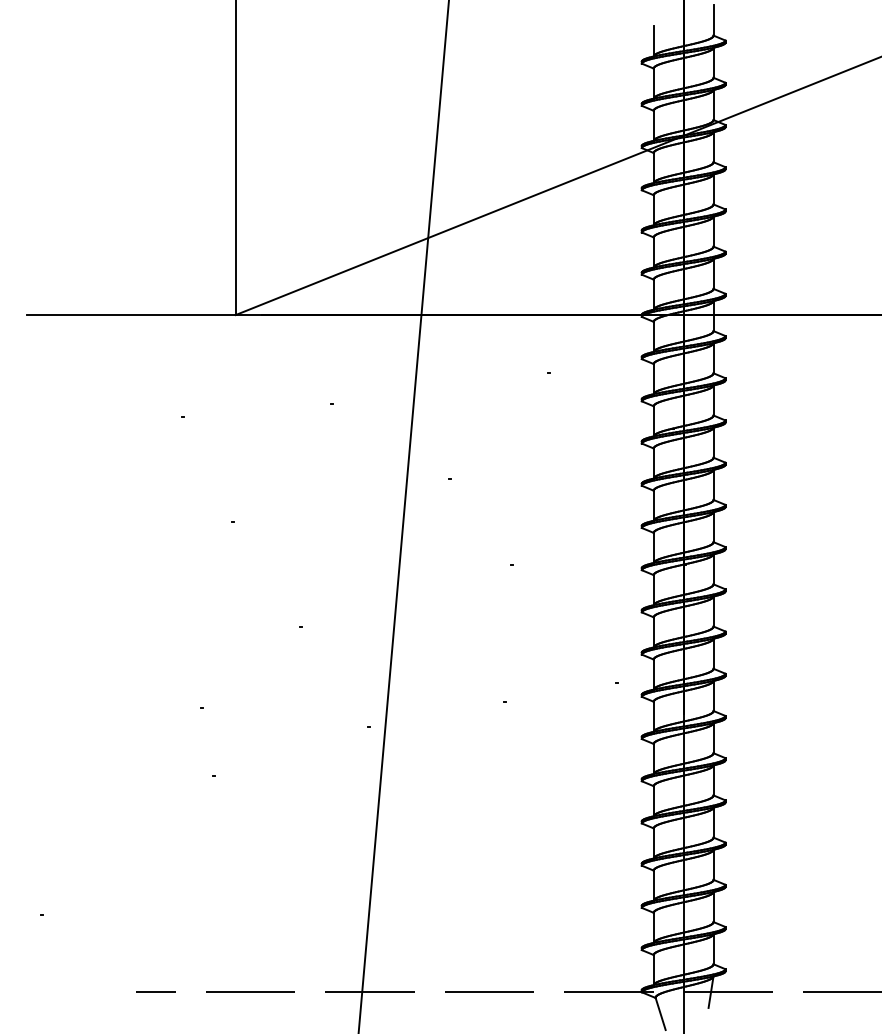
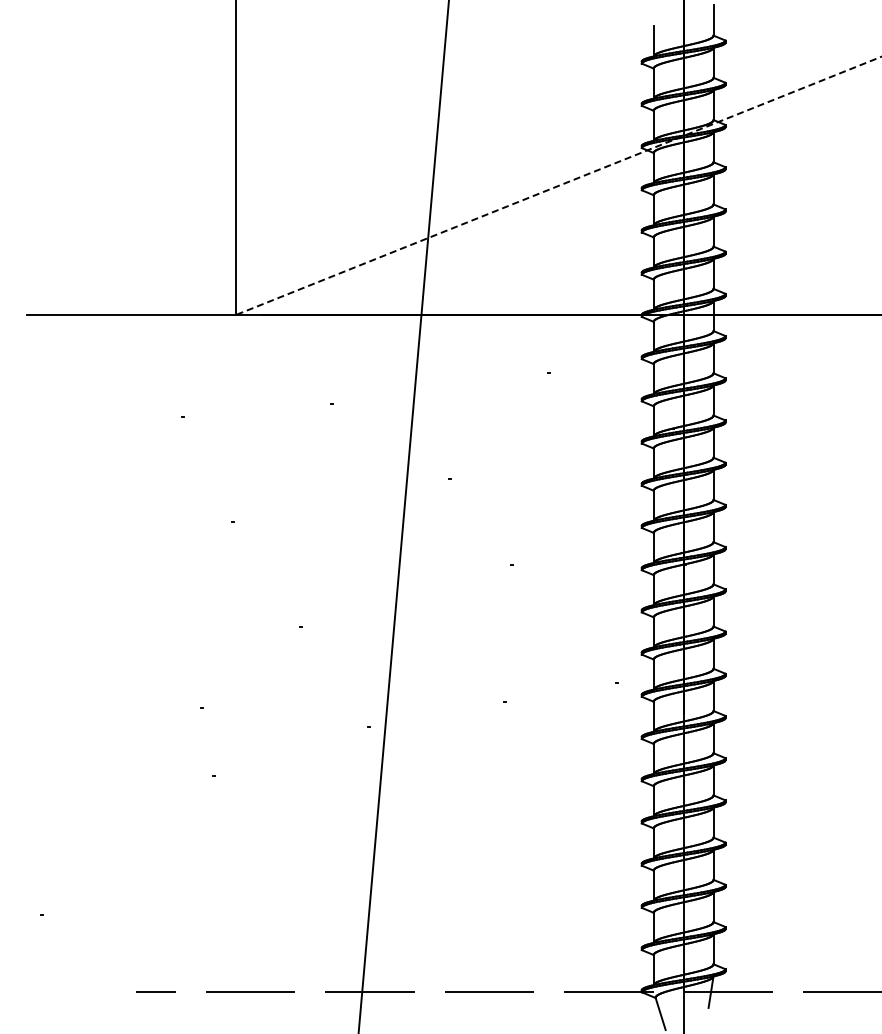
line at (558, 185): solid -> dashed
